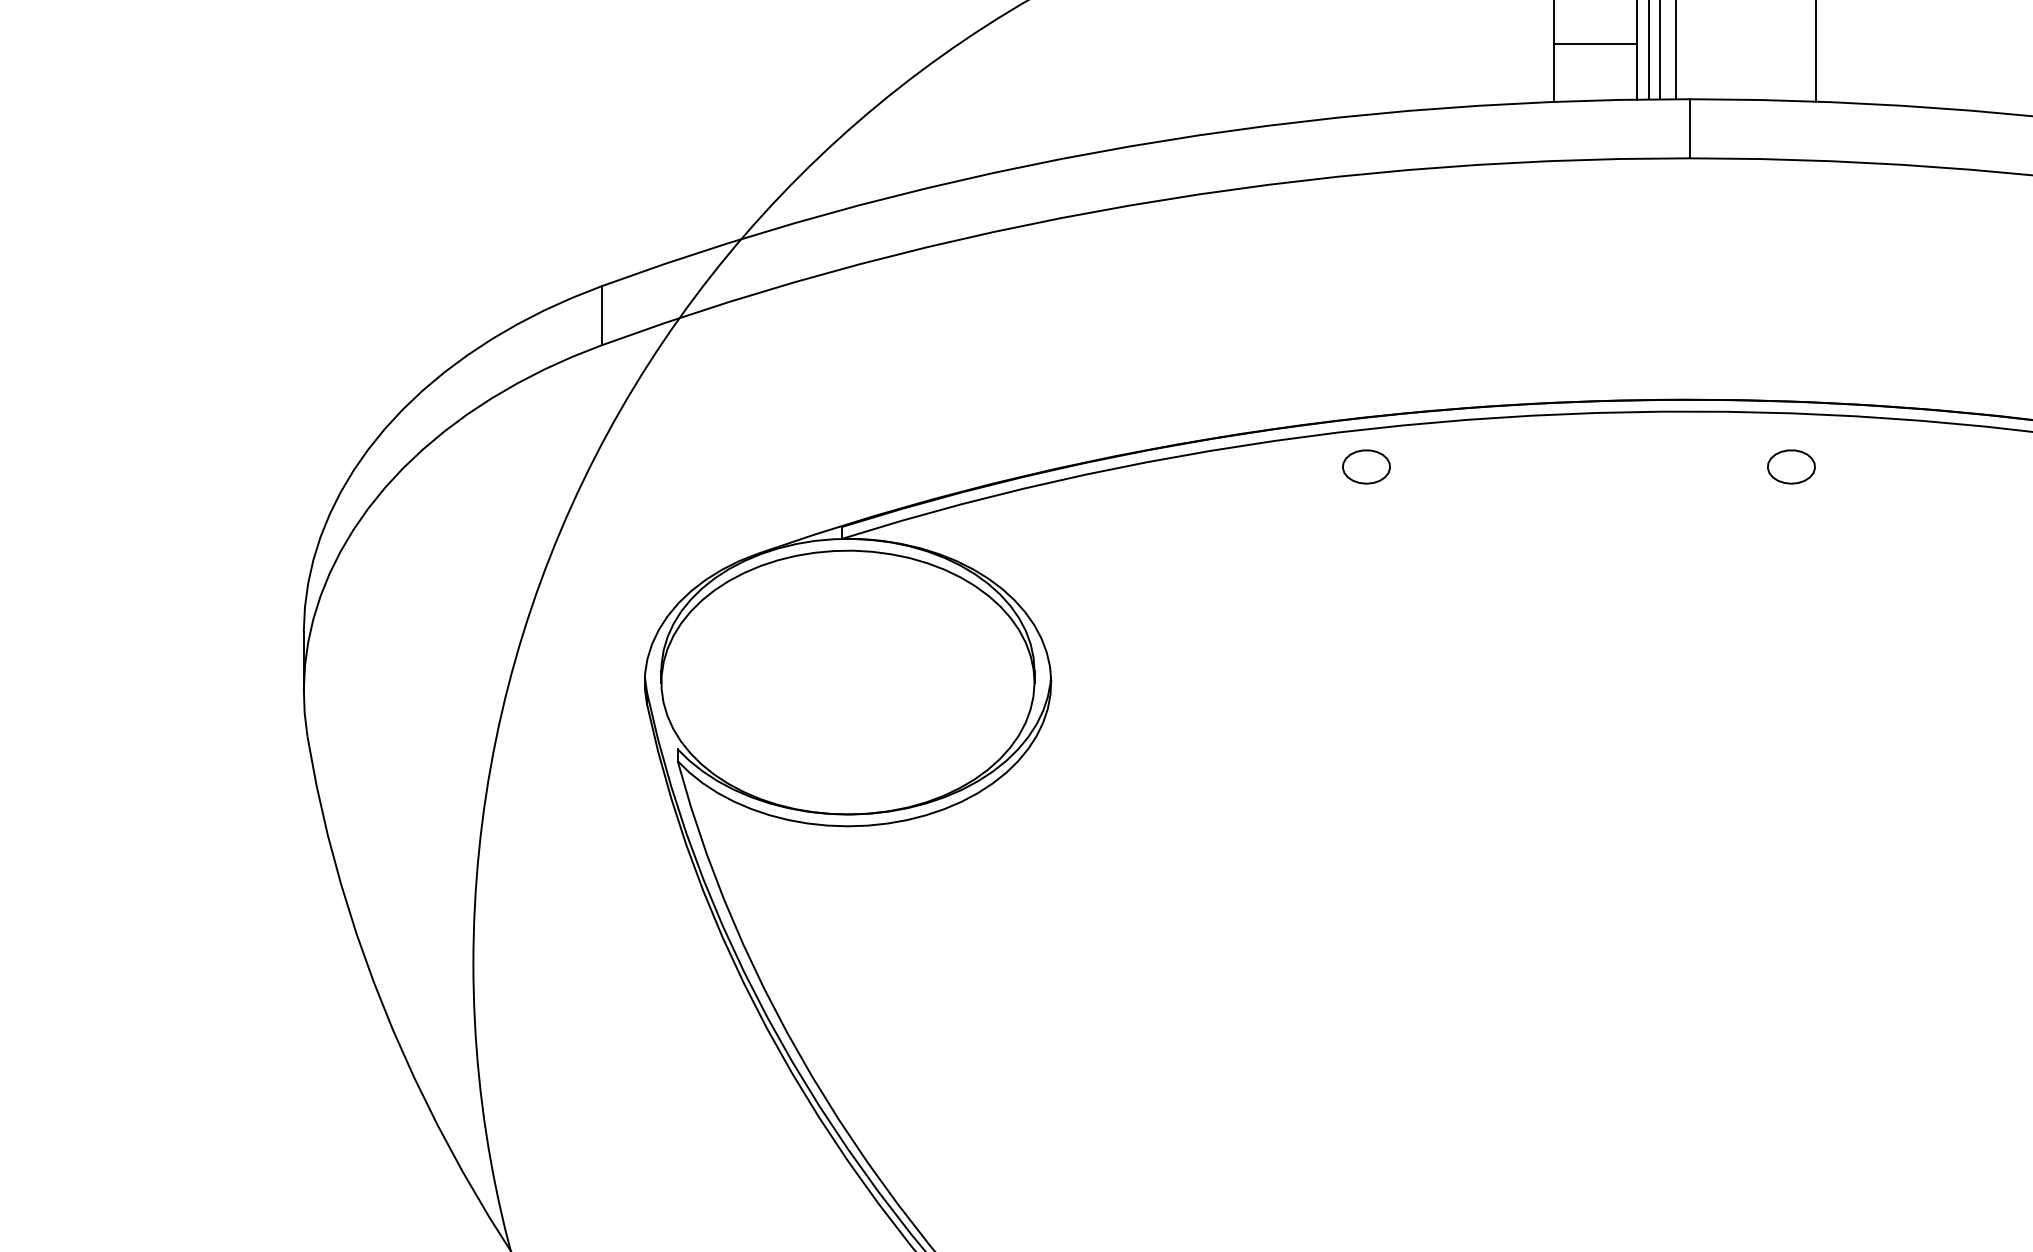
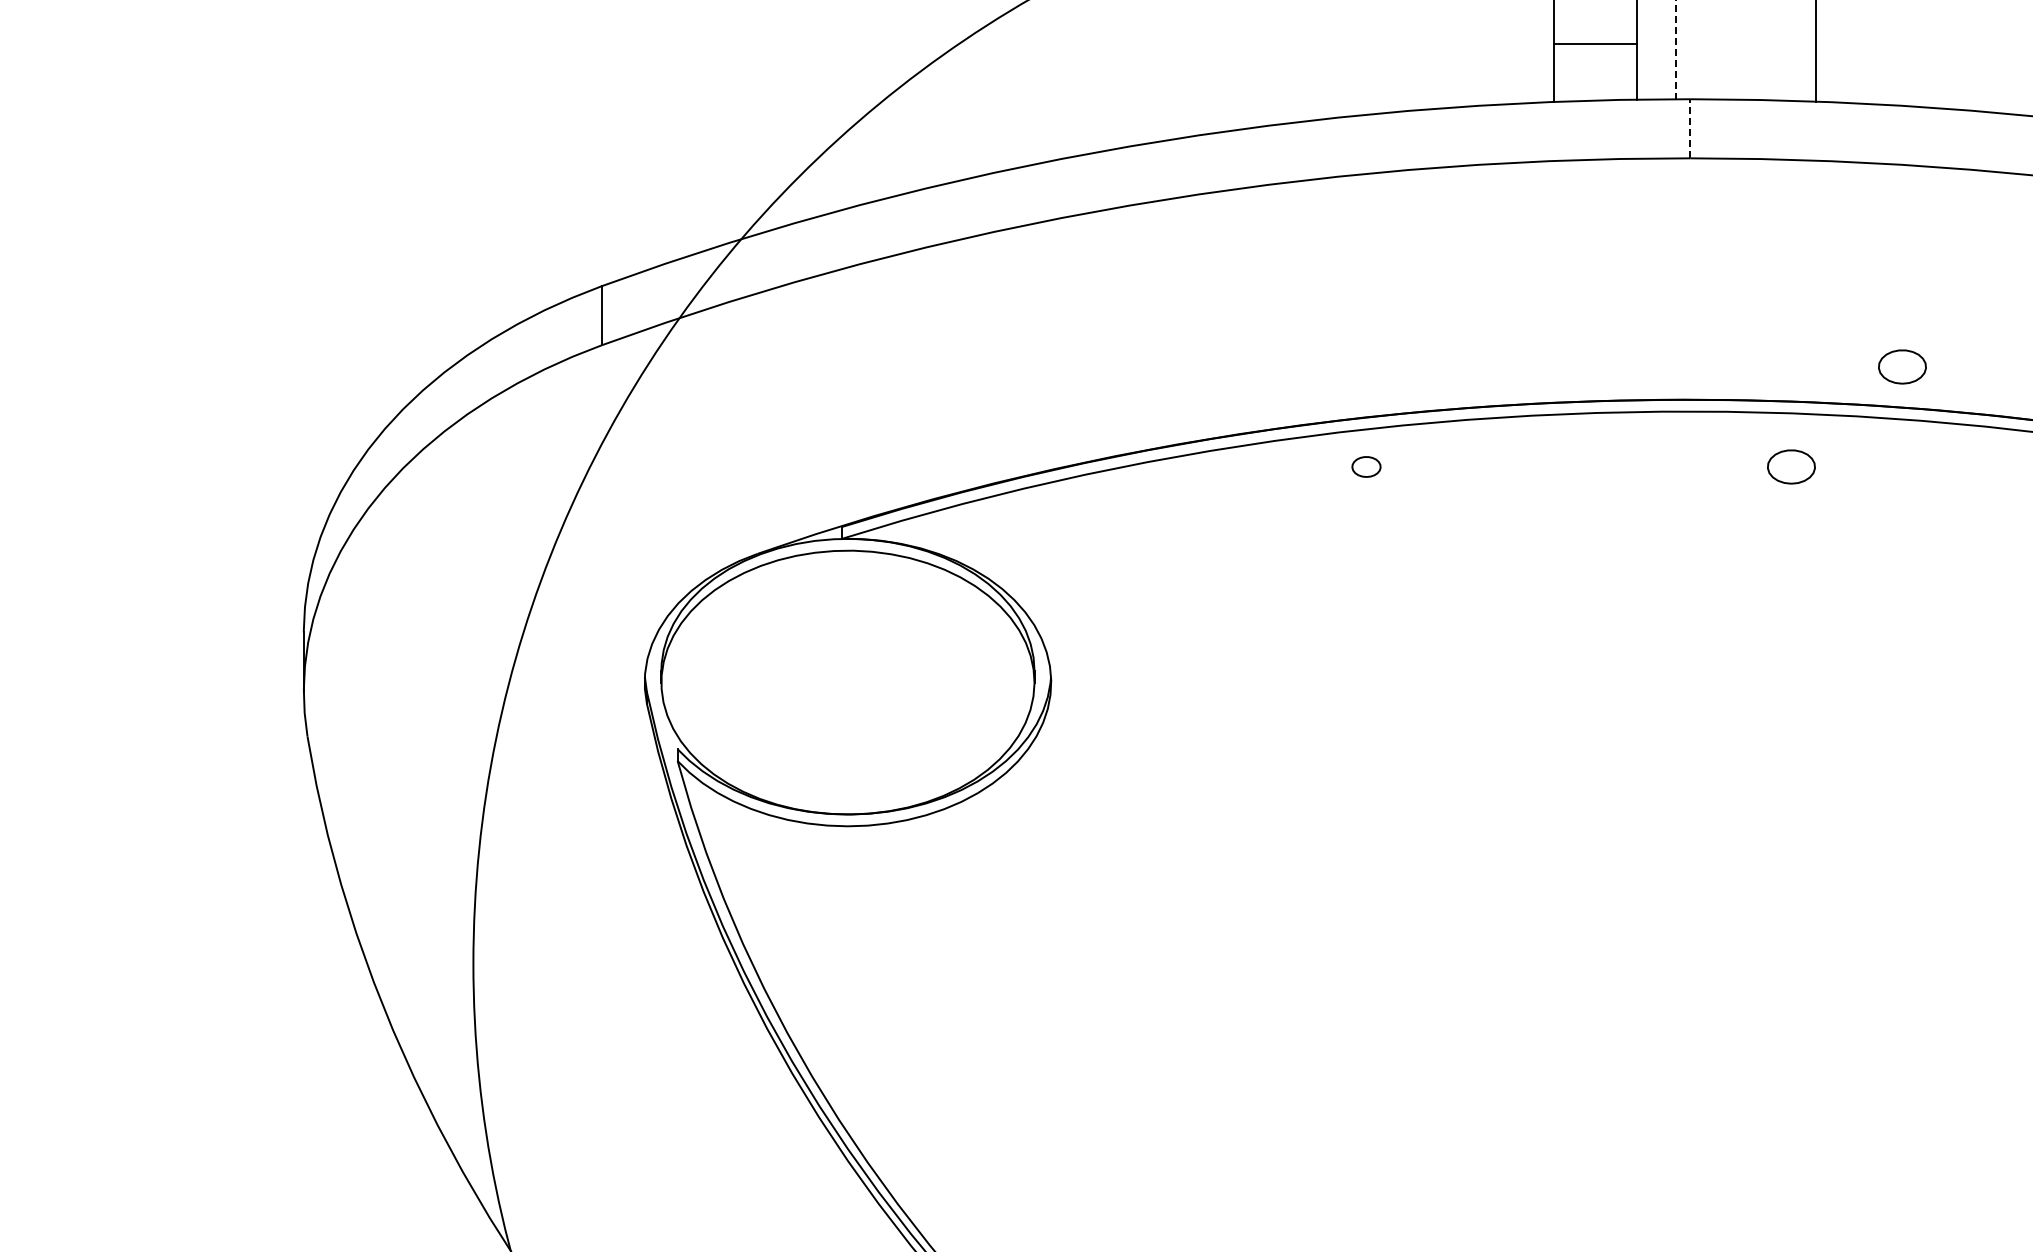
line at (1648, 50): present -> none
line at (1659, 50): present -> none
line at (1676, 50): solid -> dashed
line at (1690, 128): solid -> dashed
part at (1902, 366): none -> present
part at (1366, 466) size: 49x36 px -> 31x22 px
